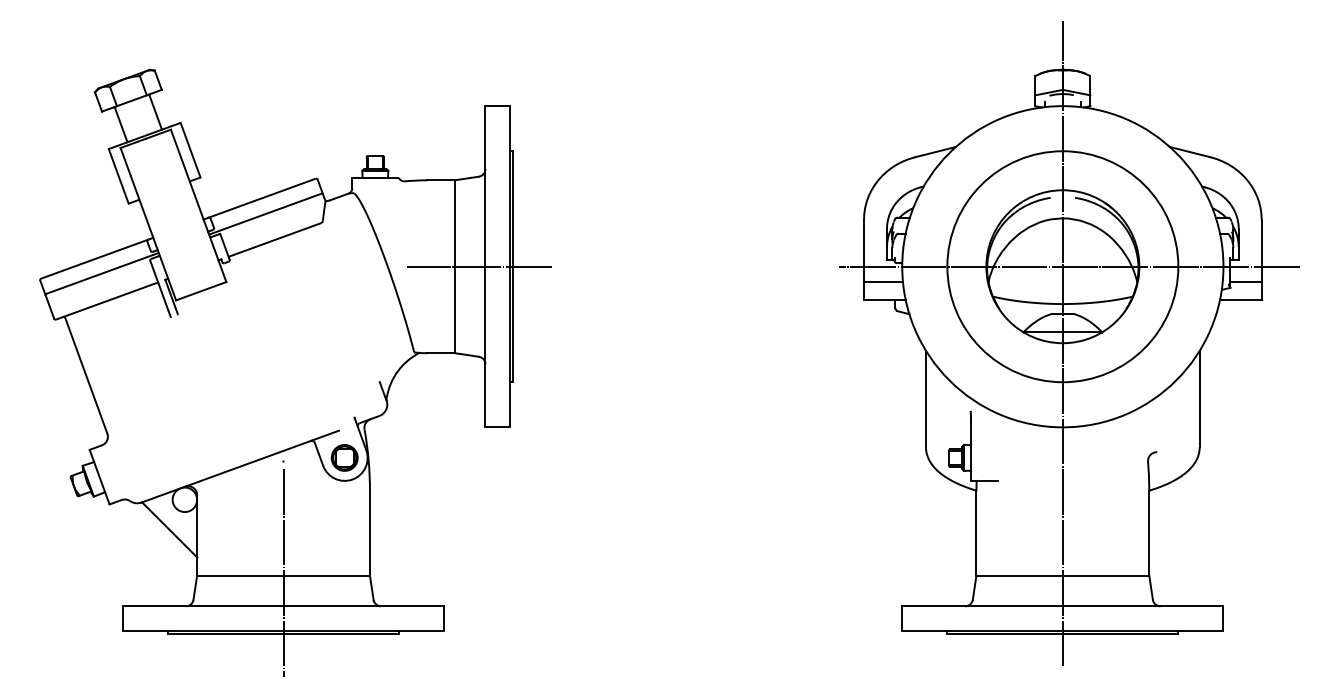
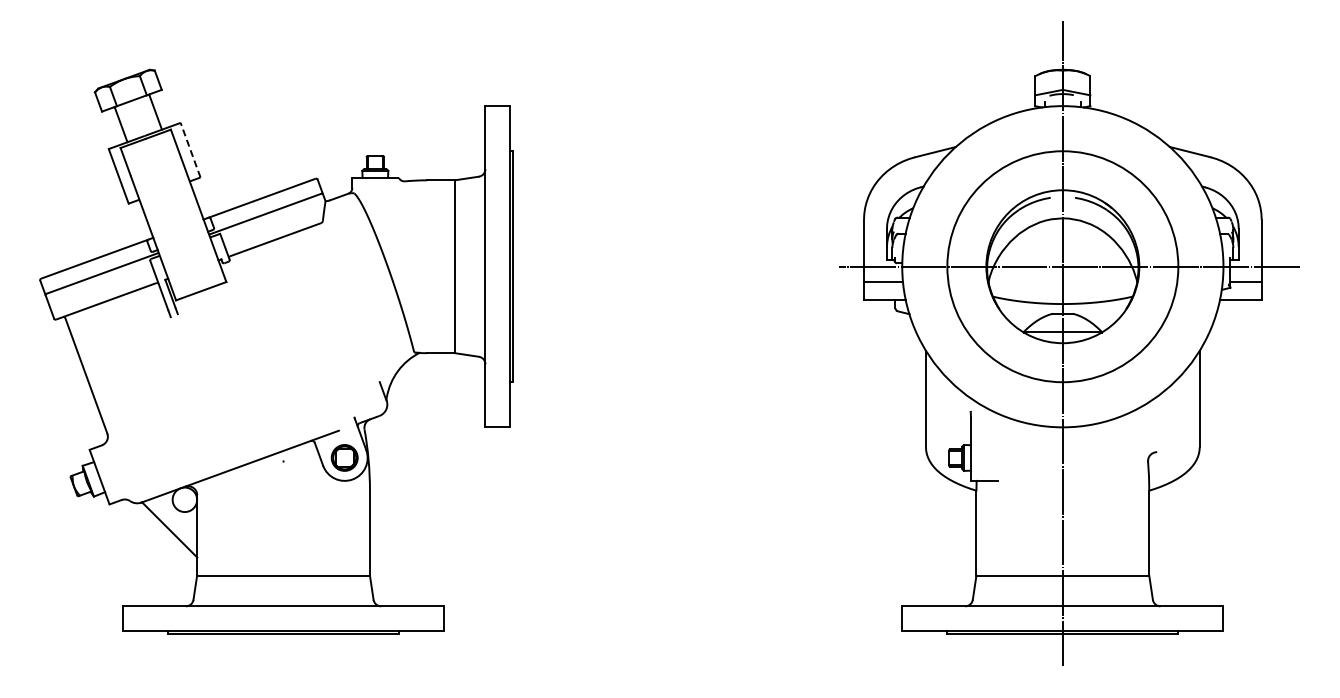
line at (190, 149): solid -> dashed
line at (478, 266): present -> none
line at (283, 573): present -> none
